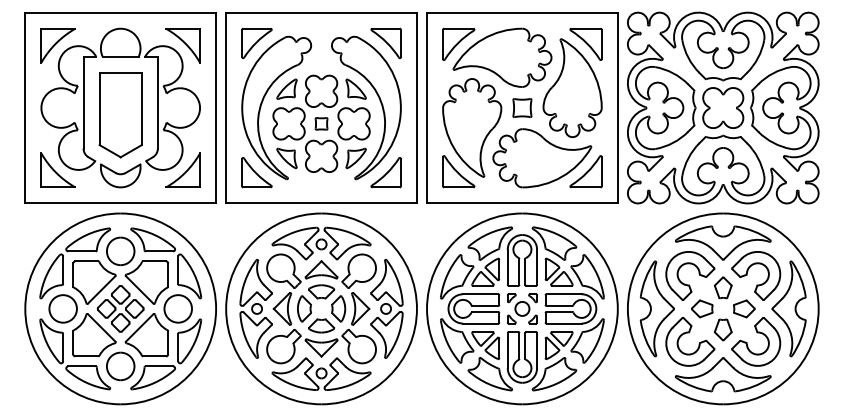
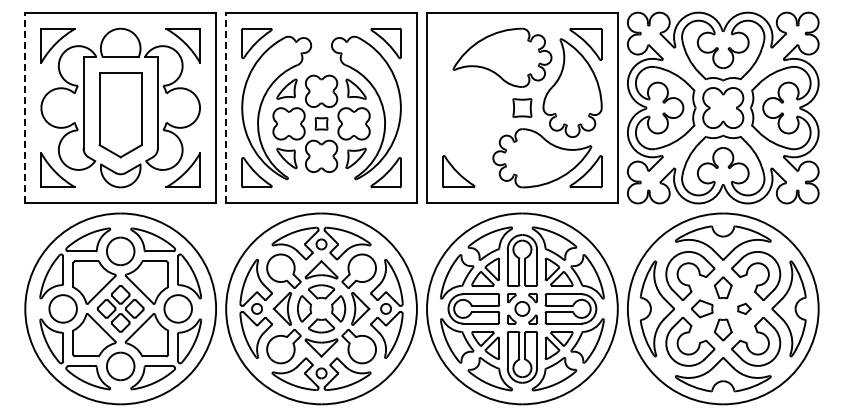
part at (458, 43): present -> none
line at (25, 107): solid -> dashed
line at (226, 107): solid -> dashed
part at (472, 127): present -> none
part at (744, 308) size: 23x20 px -> 15x12 px
